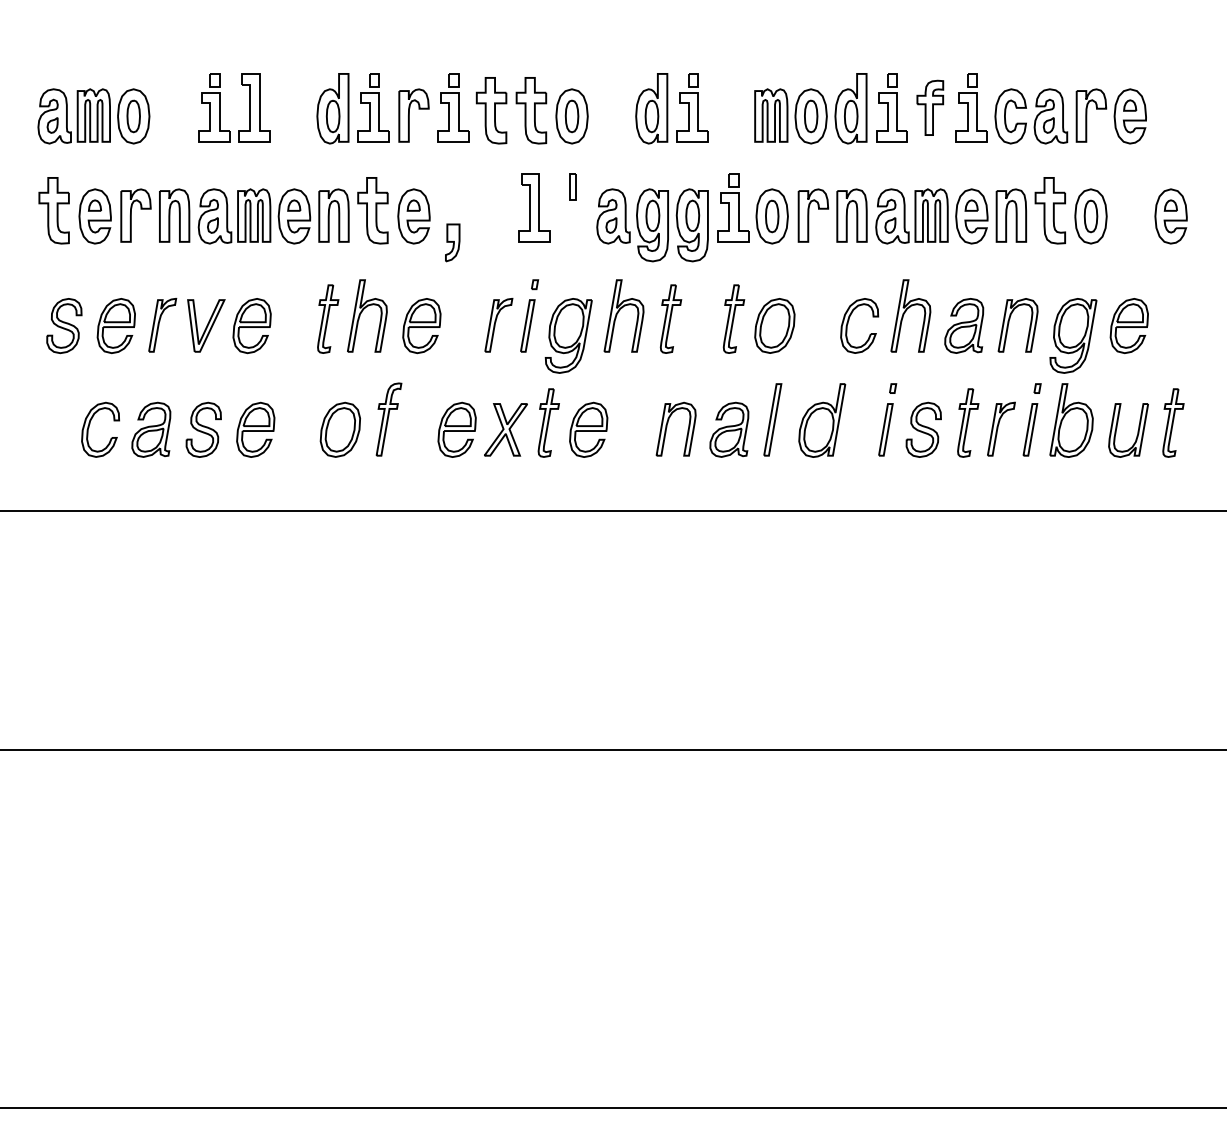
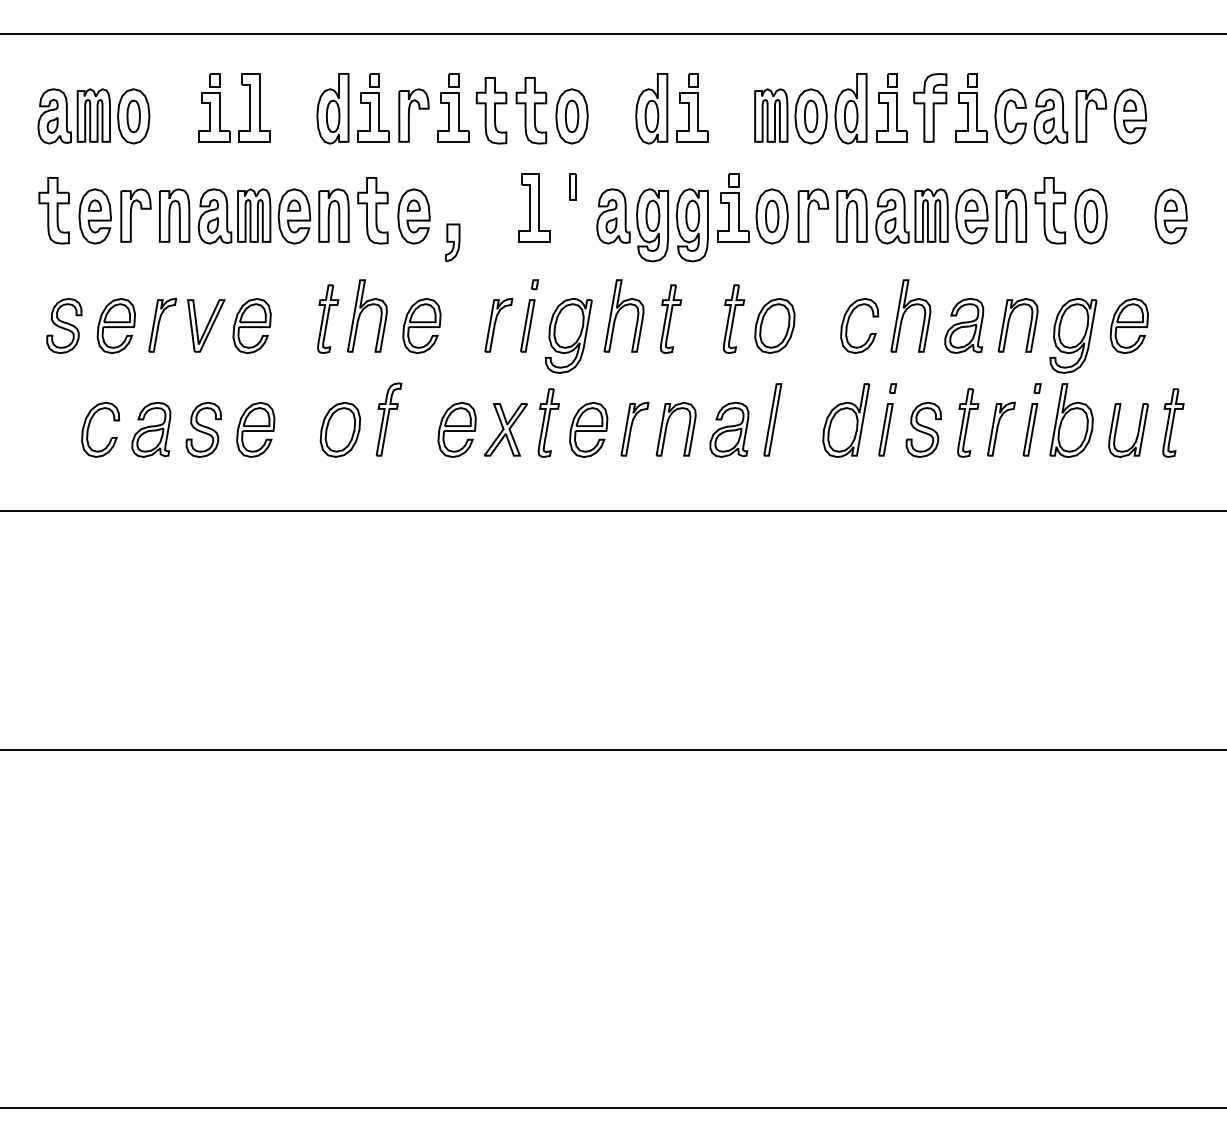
line at (612, 34): none -> present
part at (930, 107) size: 29x57 px -> 35x70 px
part at (822, 420) position: (822, 420) -> (846, 420)
part at (634, 428): none -> present
